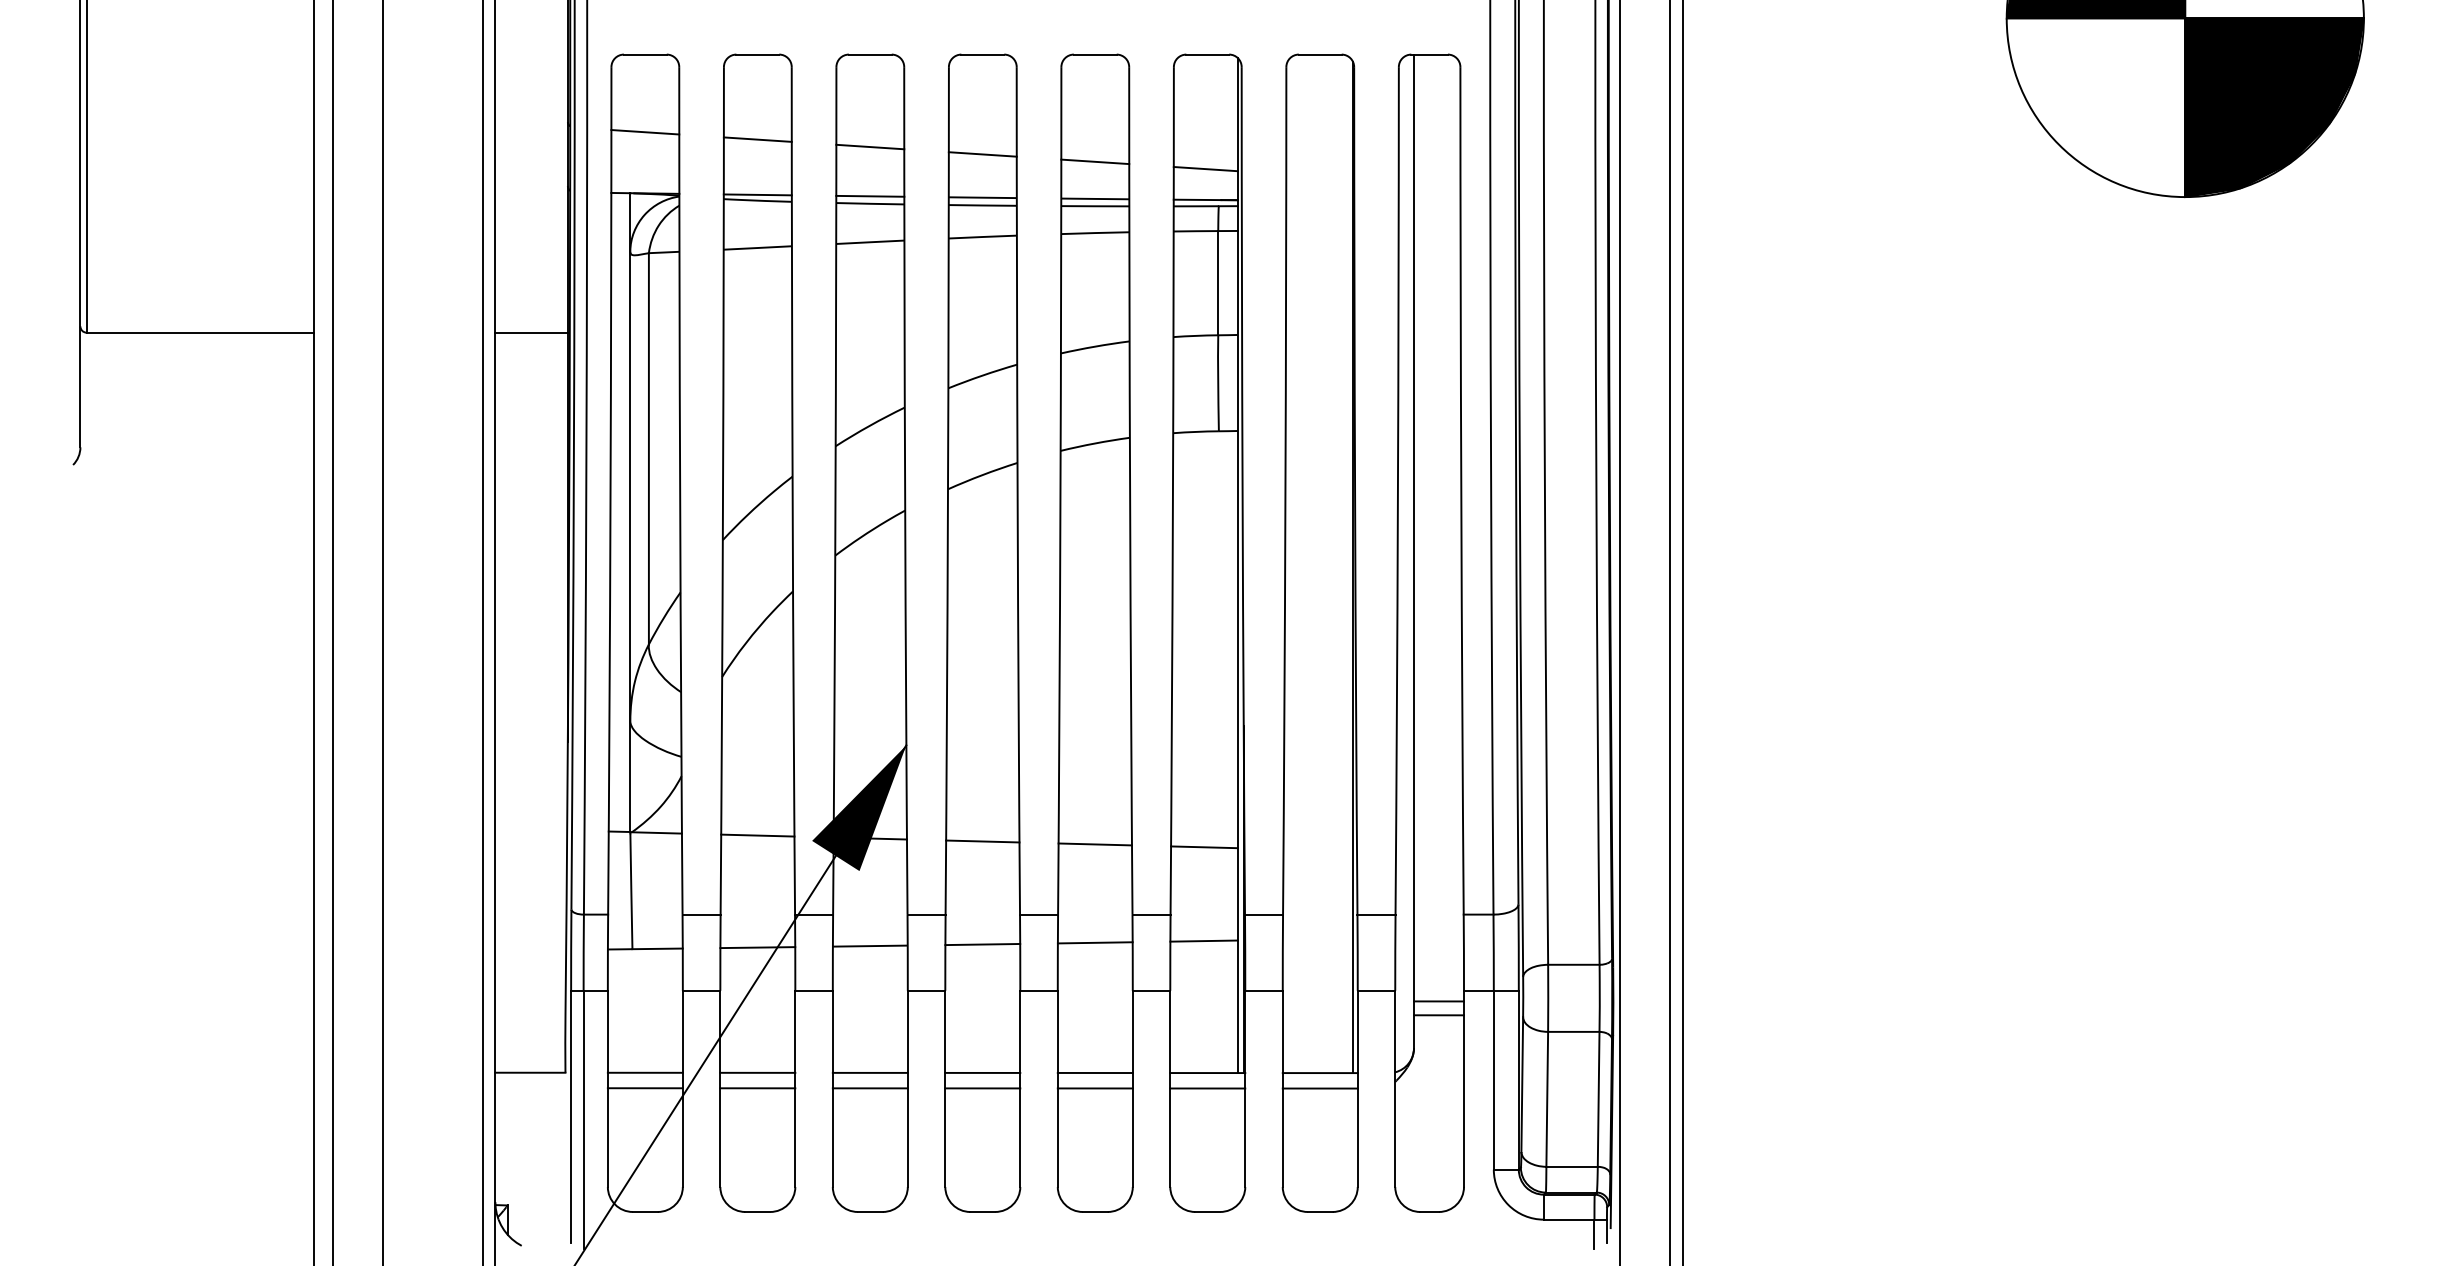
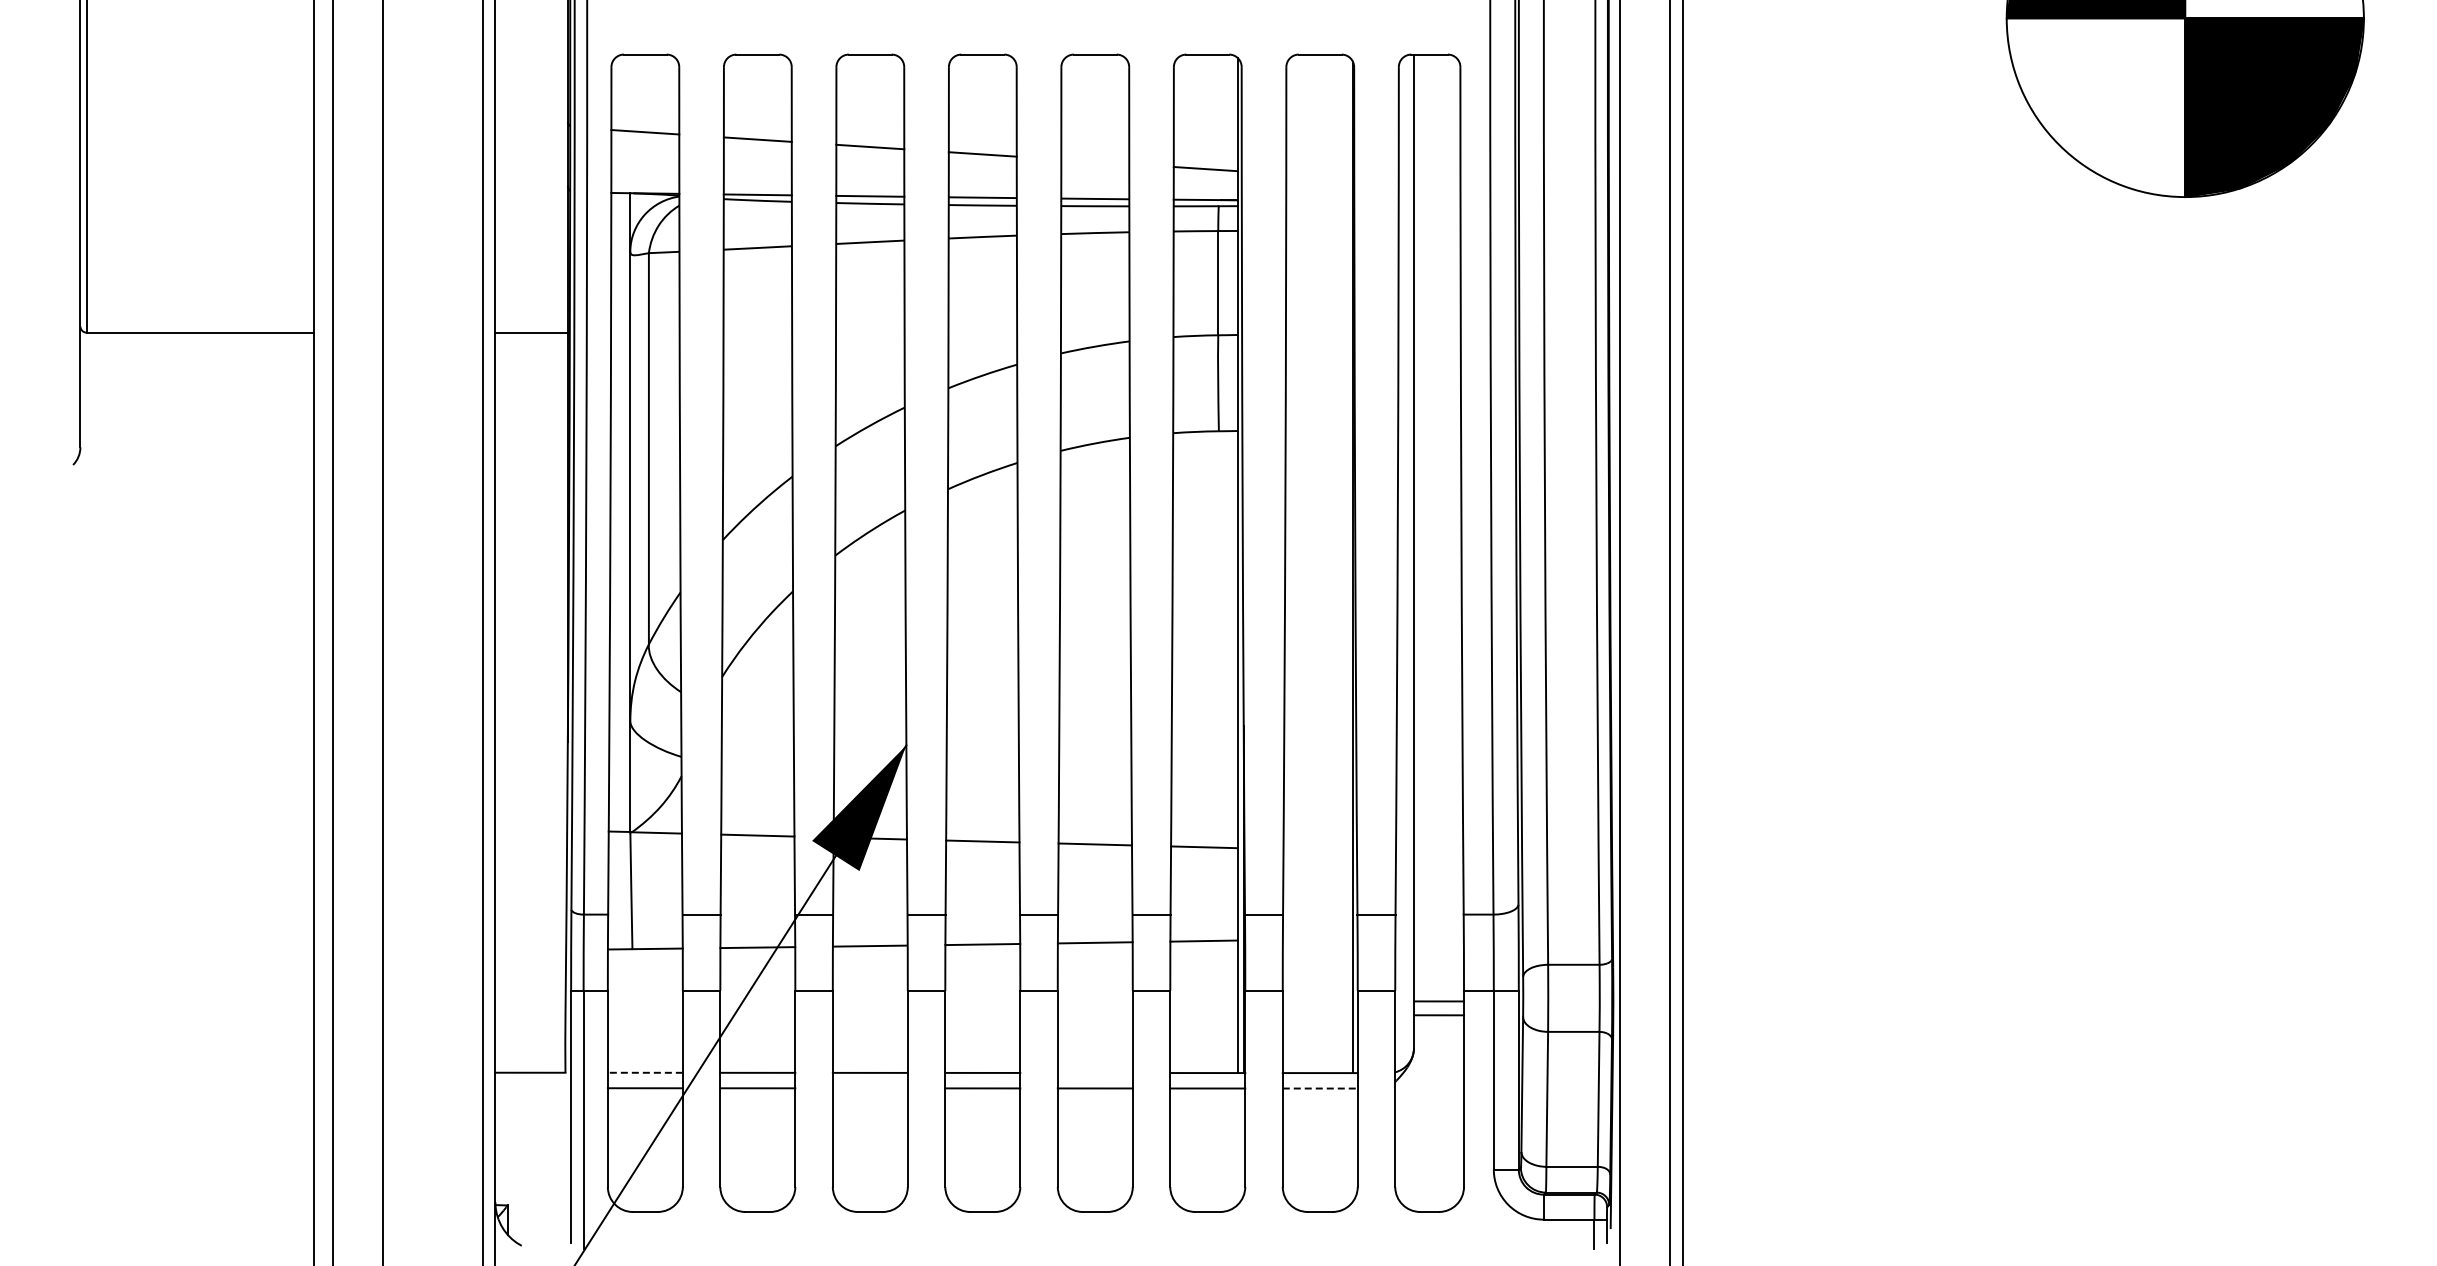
line at (1095, 161): present -> none
line at (644, 1072): solid -> dashed
line at (1094, 1072): present -> none
line at (869, 1088): present -> none
line at (1320, 1088): solid -> dashed
